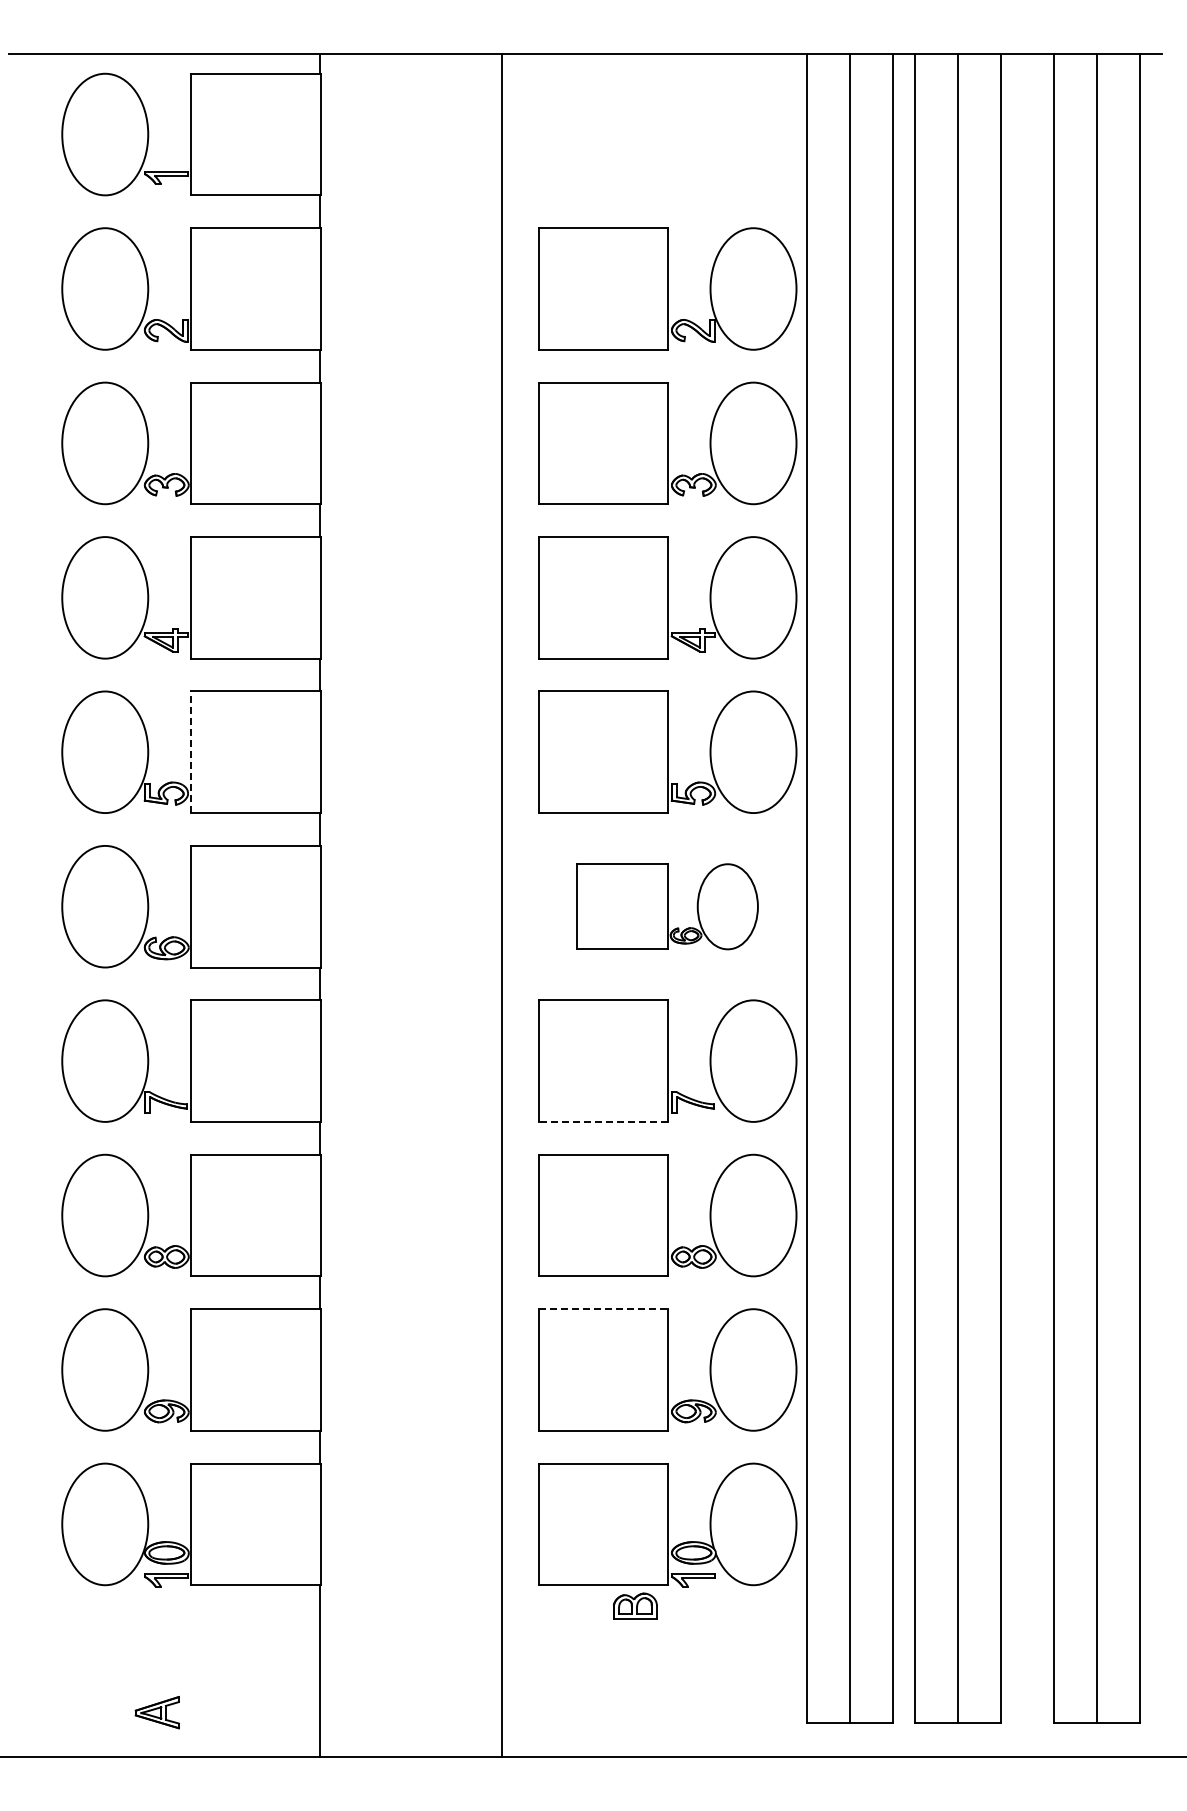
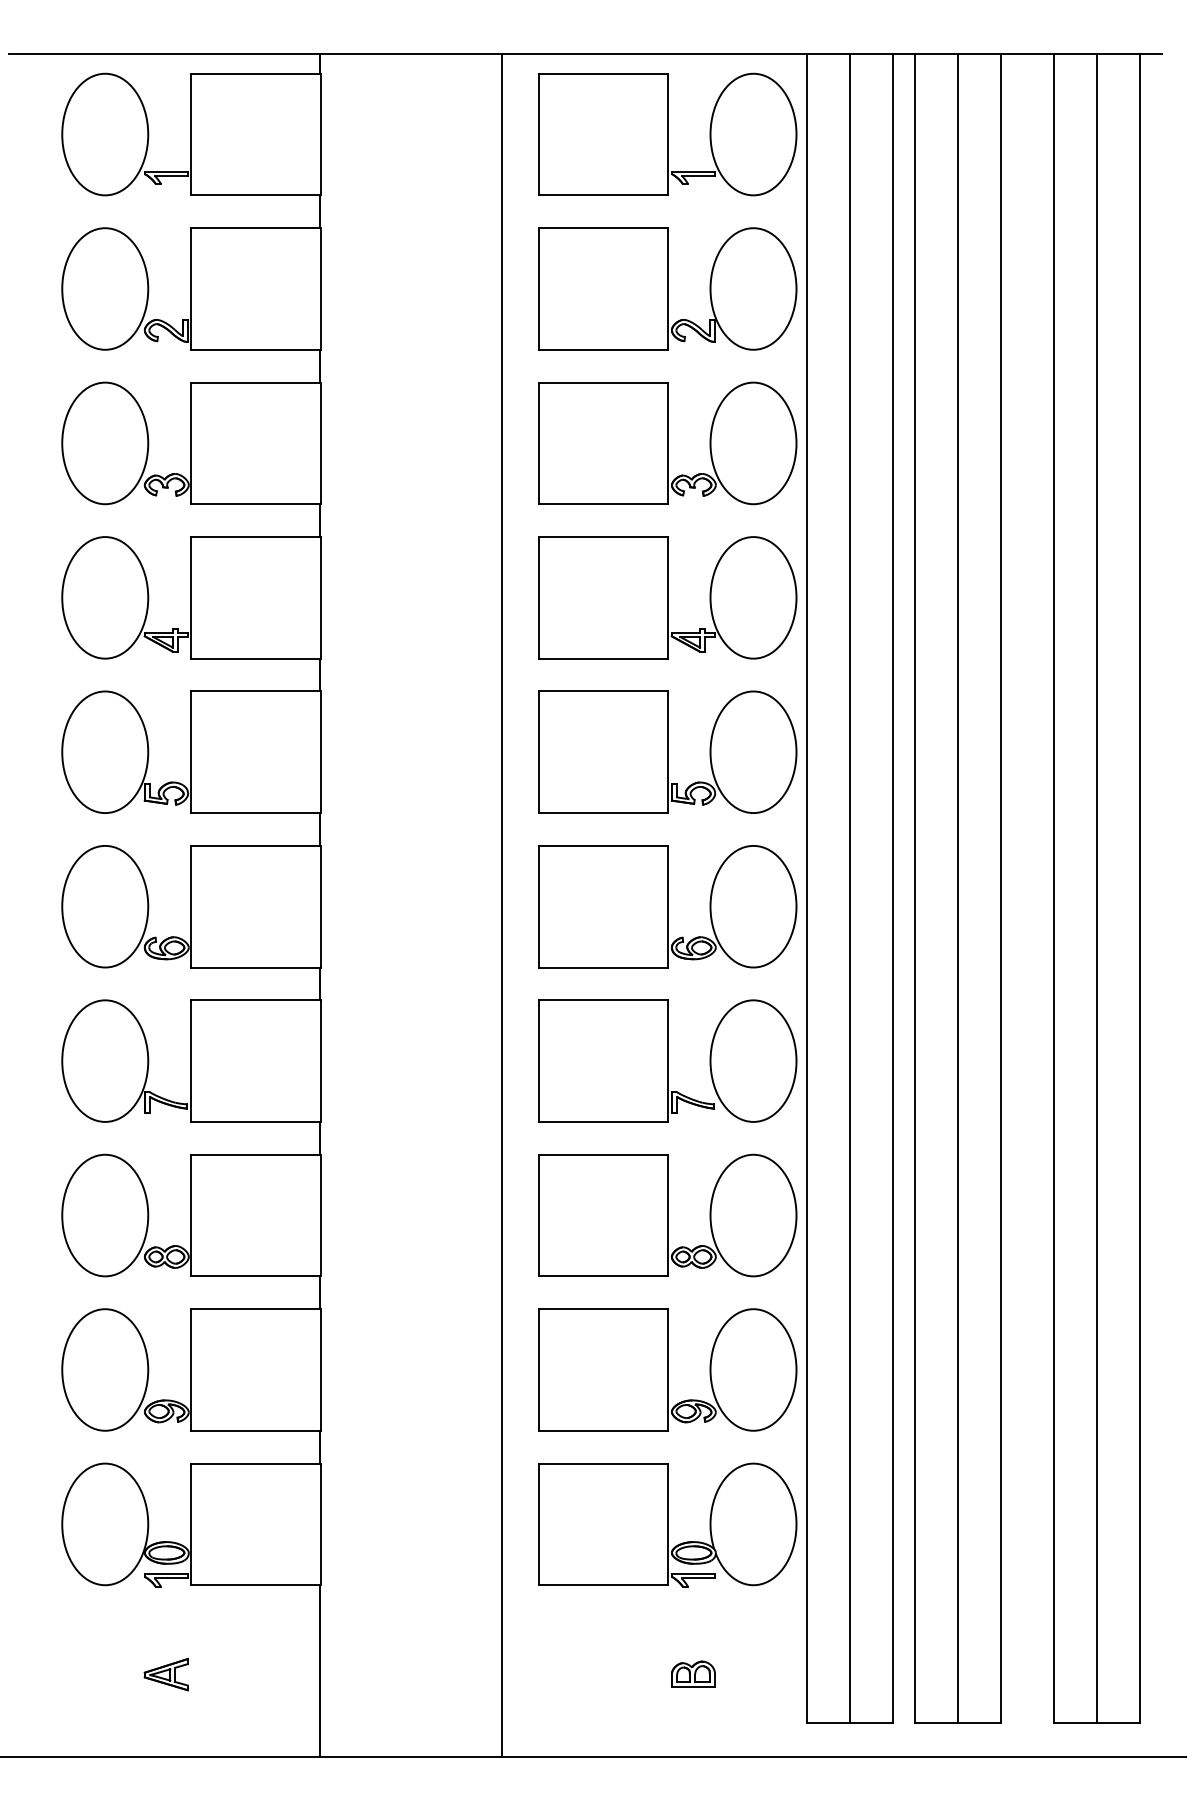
part at (667, 134): none -> present
line at (191, 752): dashed -> solid
part at (667, 906) size: 183x88 px -> 260x124 px
line at (602, 1121): dashed -> solid
line at (603, 1309): dashed -> solid
part at (635, 1605) position: (635, 1605) -> (693, 1673)
part at (156, 1712) position: (156, 1712) -> (165, 1674)
